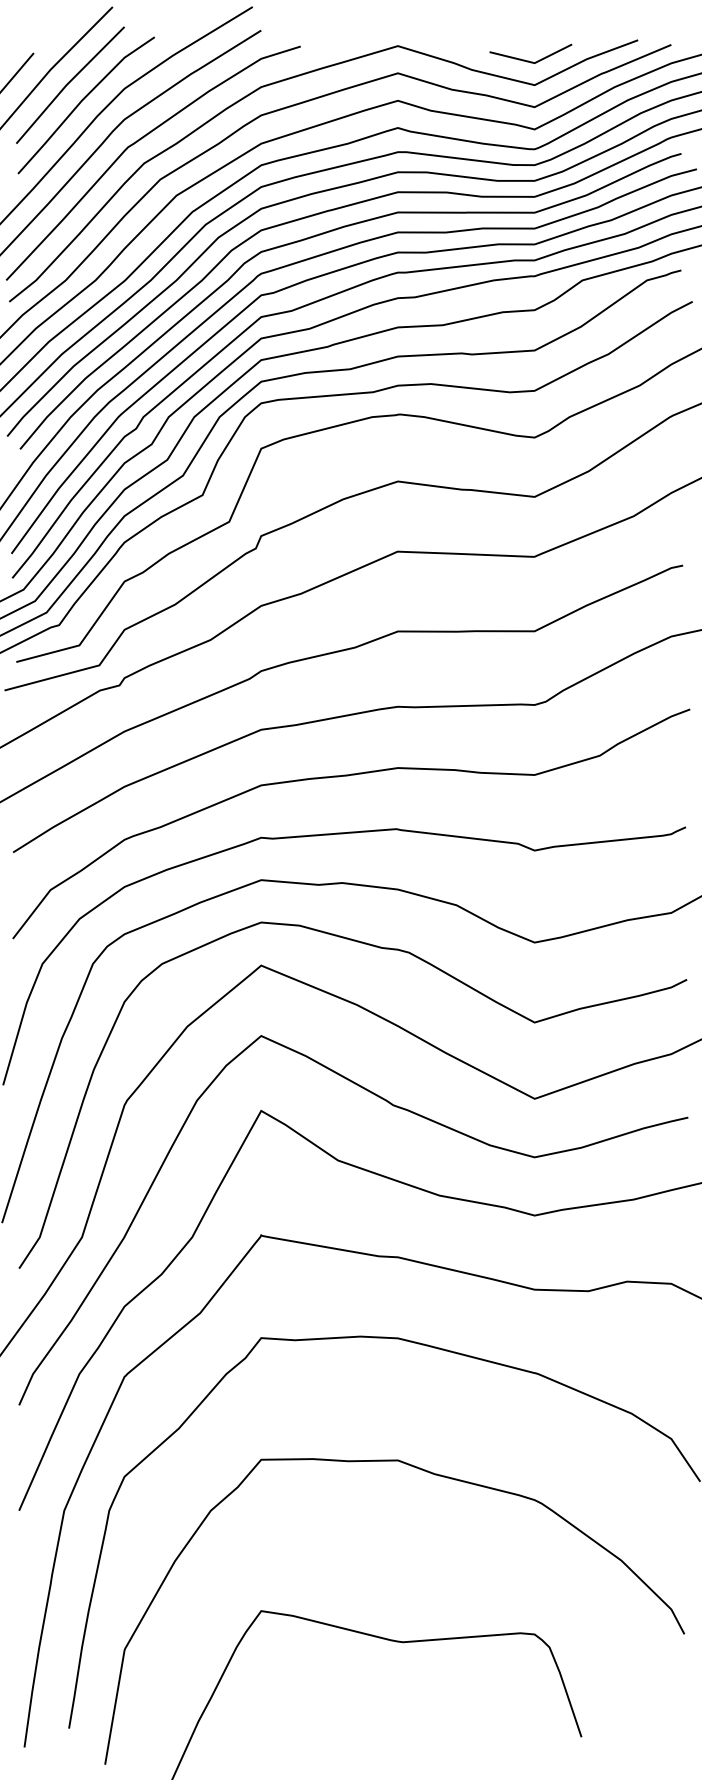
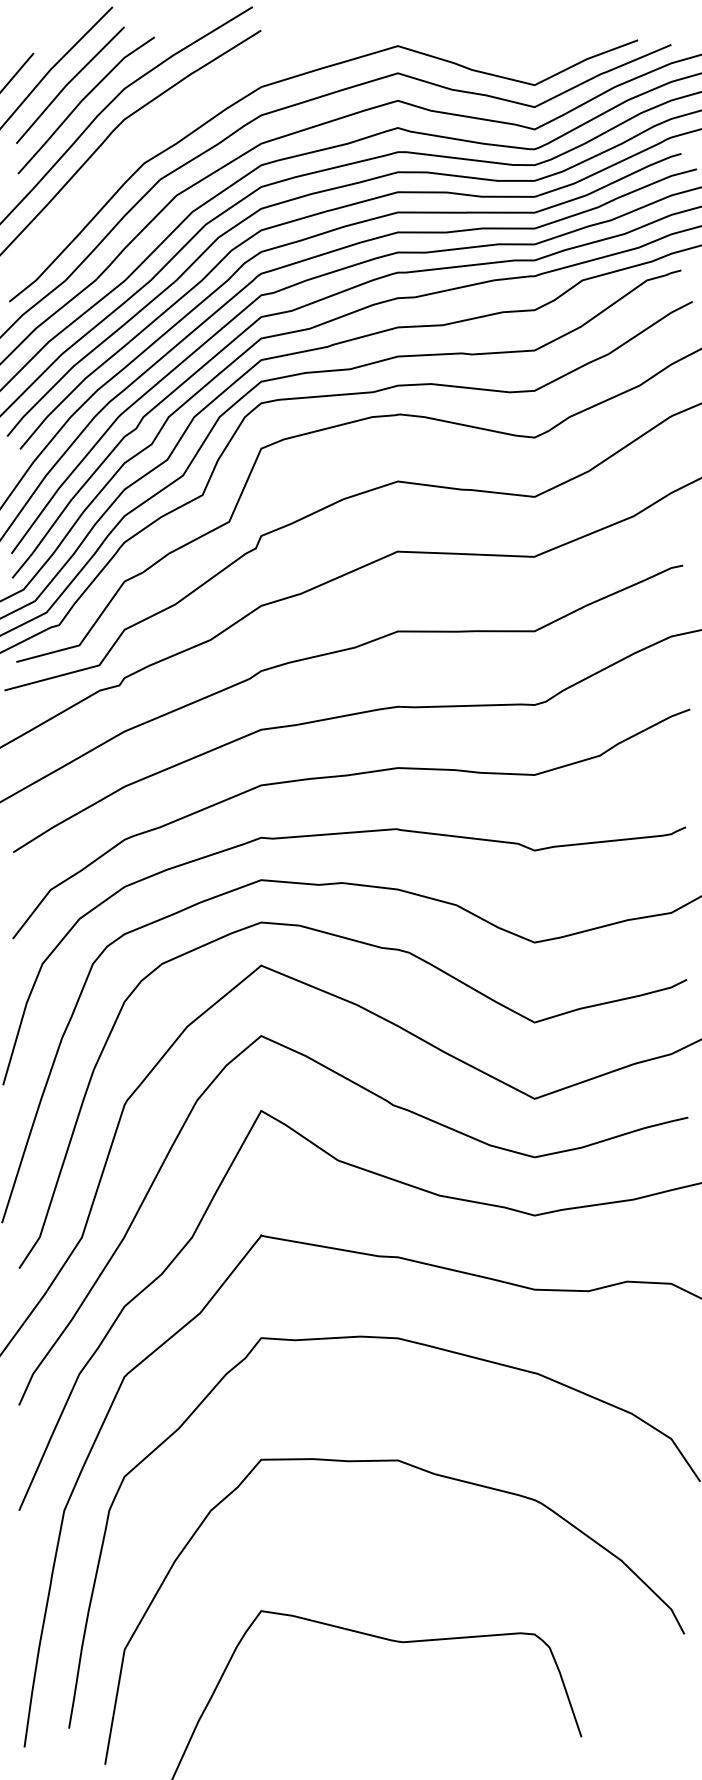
line at (528, 60): present -> none
curve at (137, 142): present -> none
